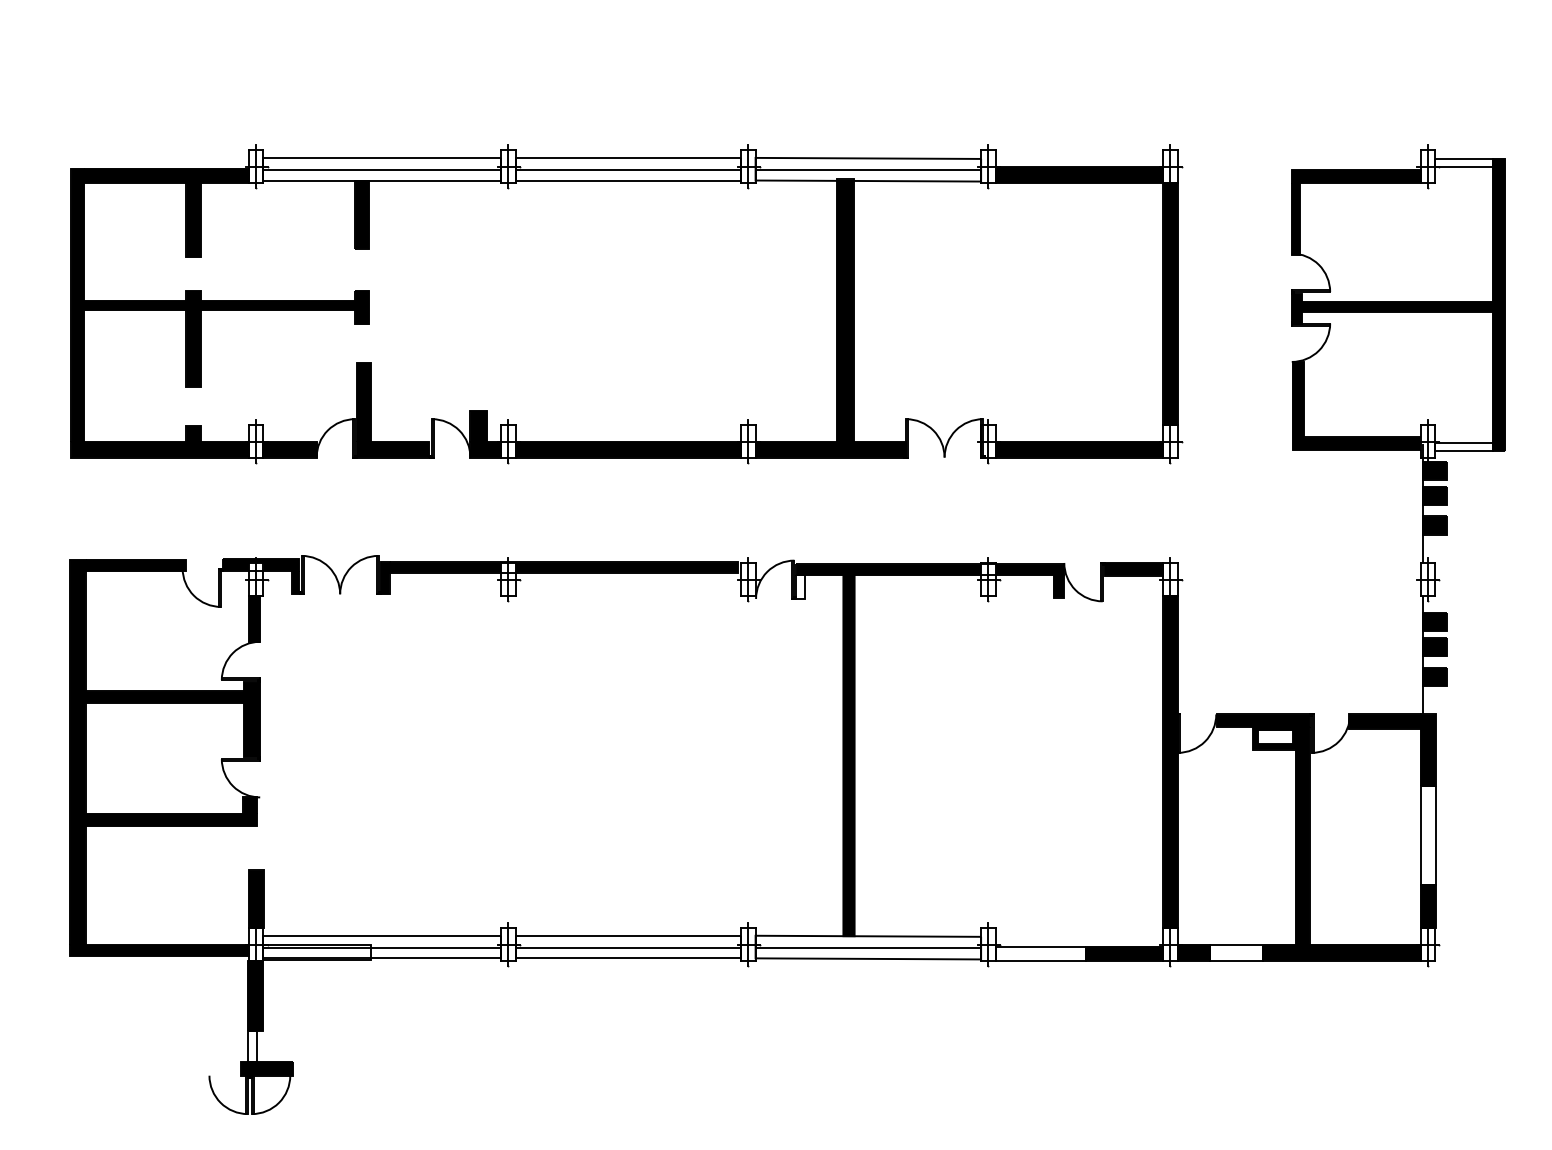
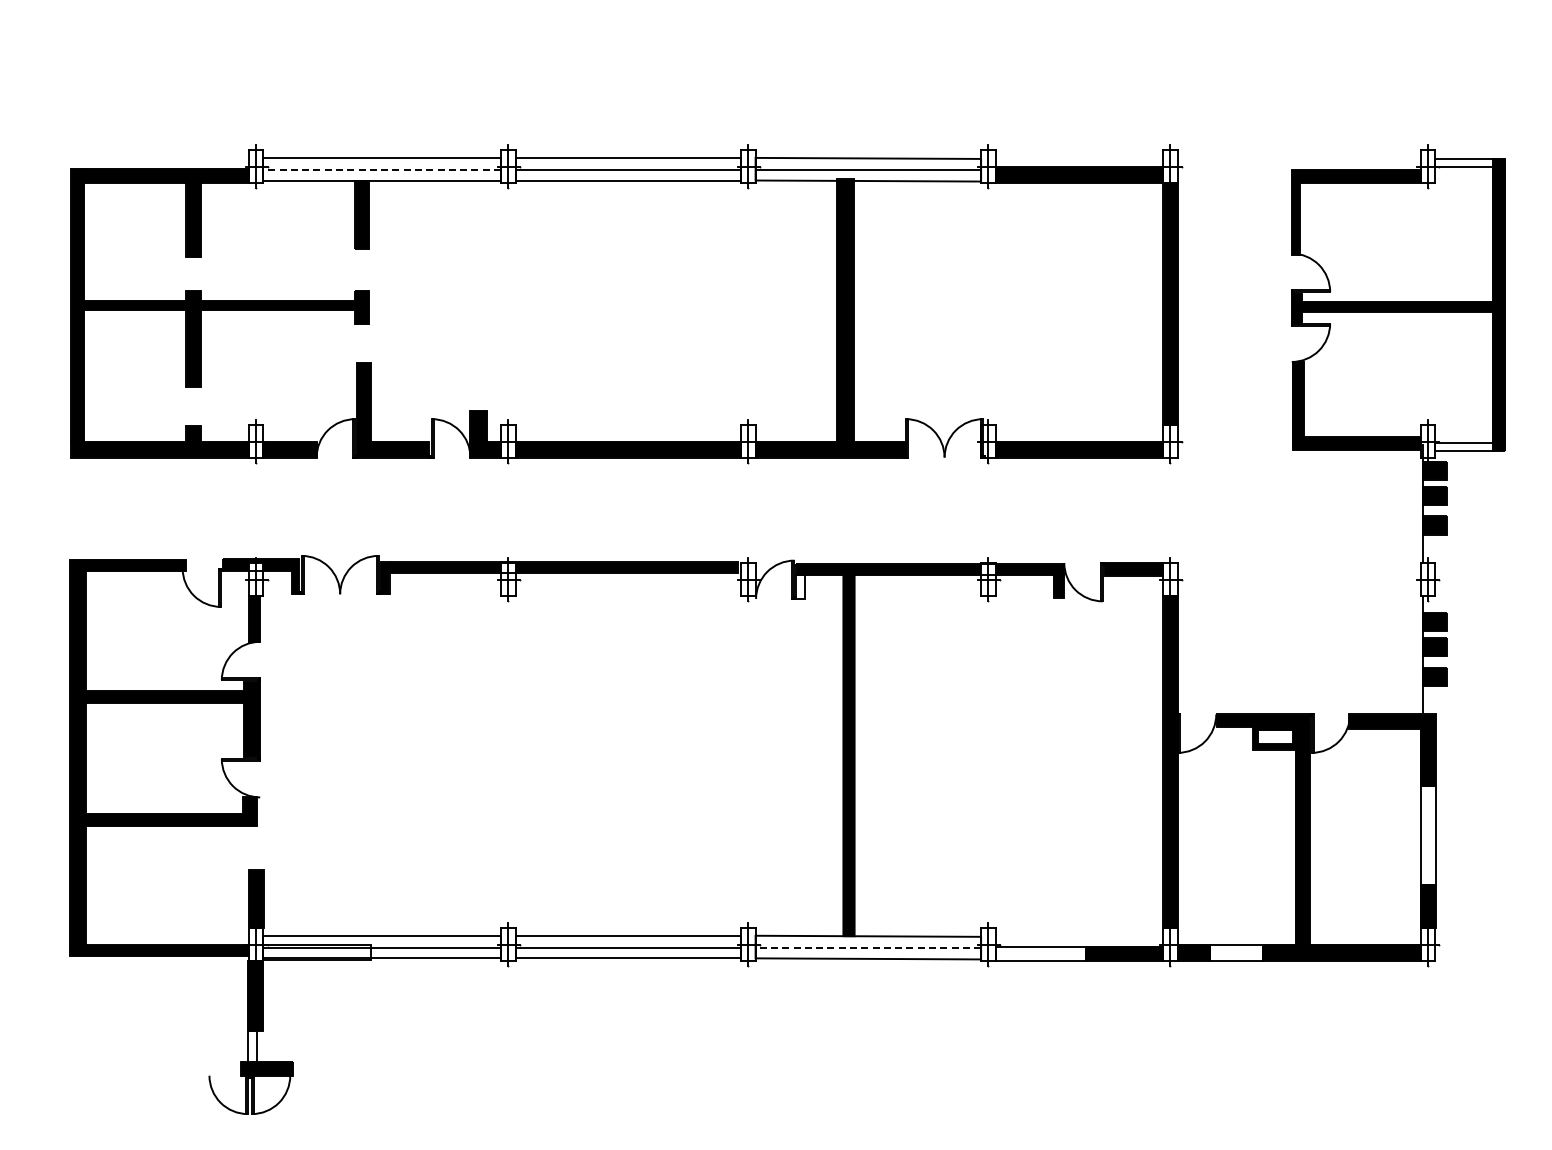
line at (382, 170): solid -> dashed
line at (868, 948): solid -> dashed
